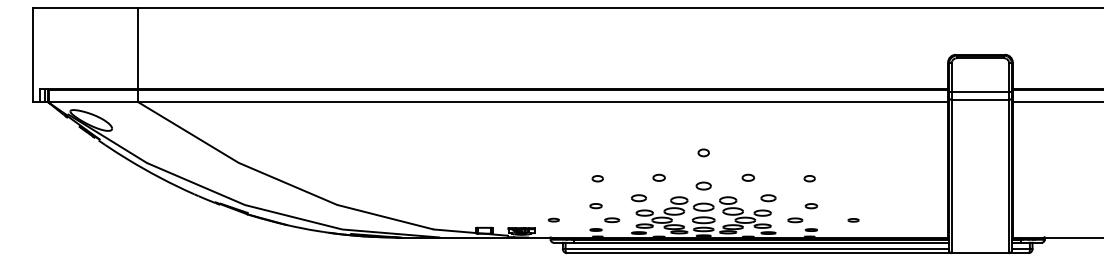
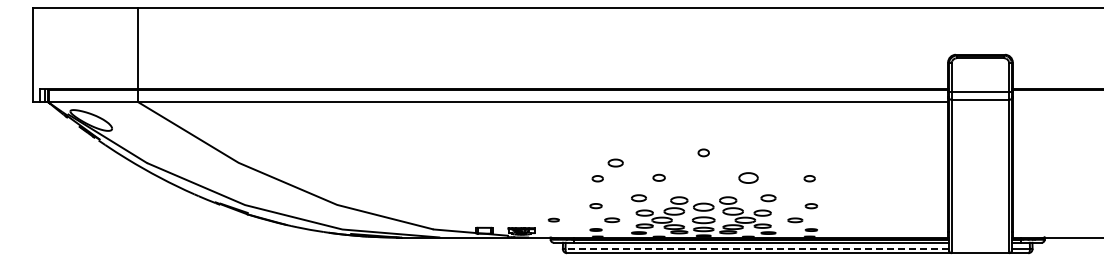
line at (1056, 101): present -> none
part at (747, 177) size: 14x9 px -> 21x12 px
part at (703, 185) position: (703, 185) -> (615, 162)
part at (853, 220): present -> none
line at (757, 248): solid -> dashed
